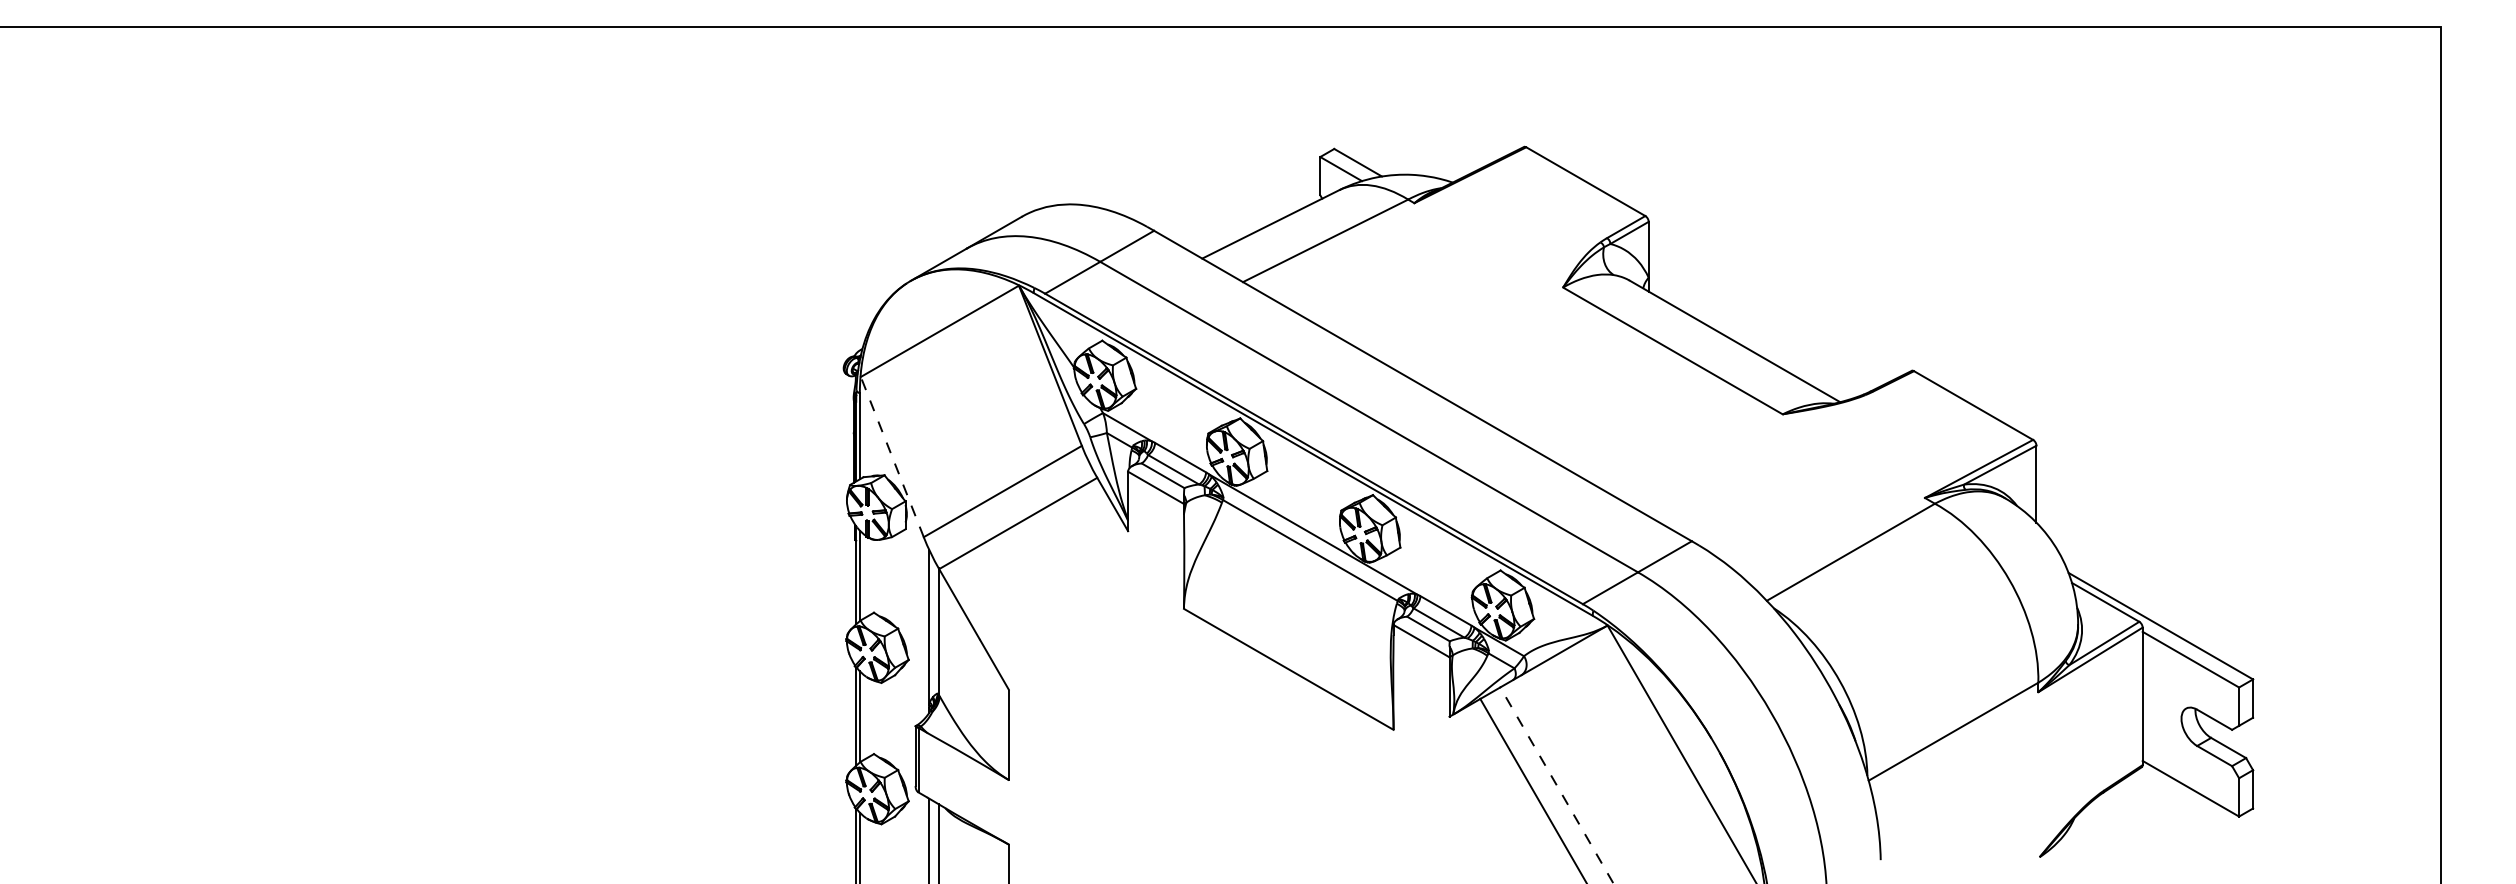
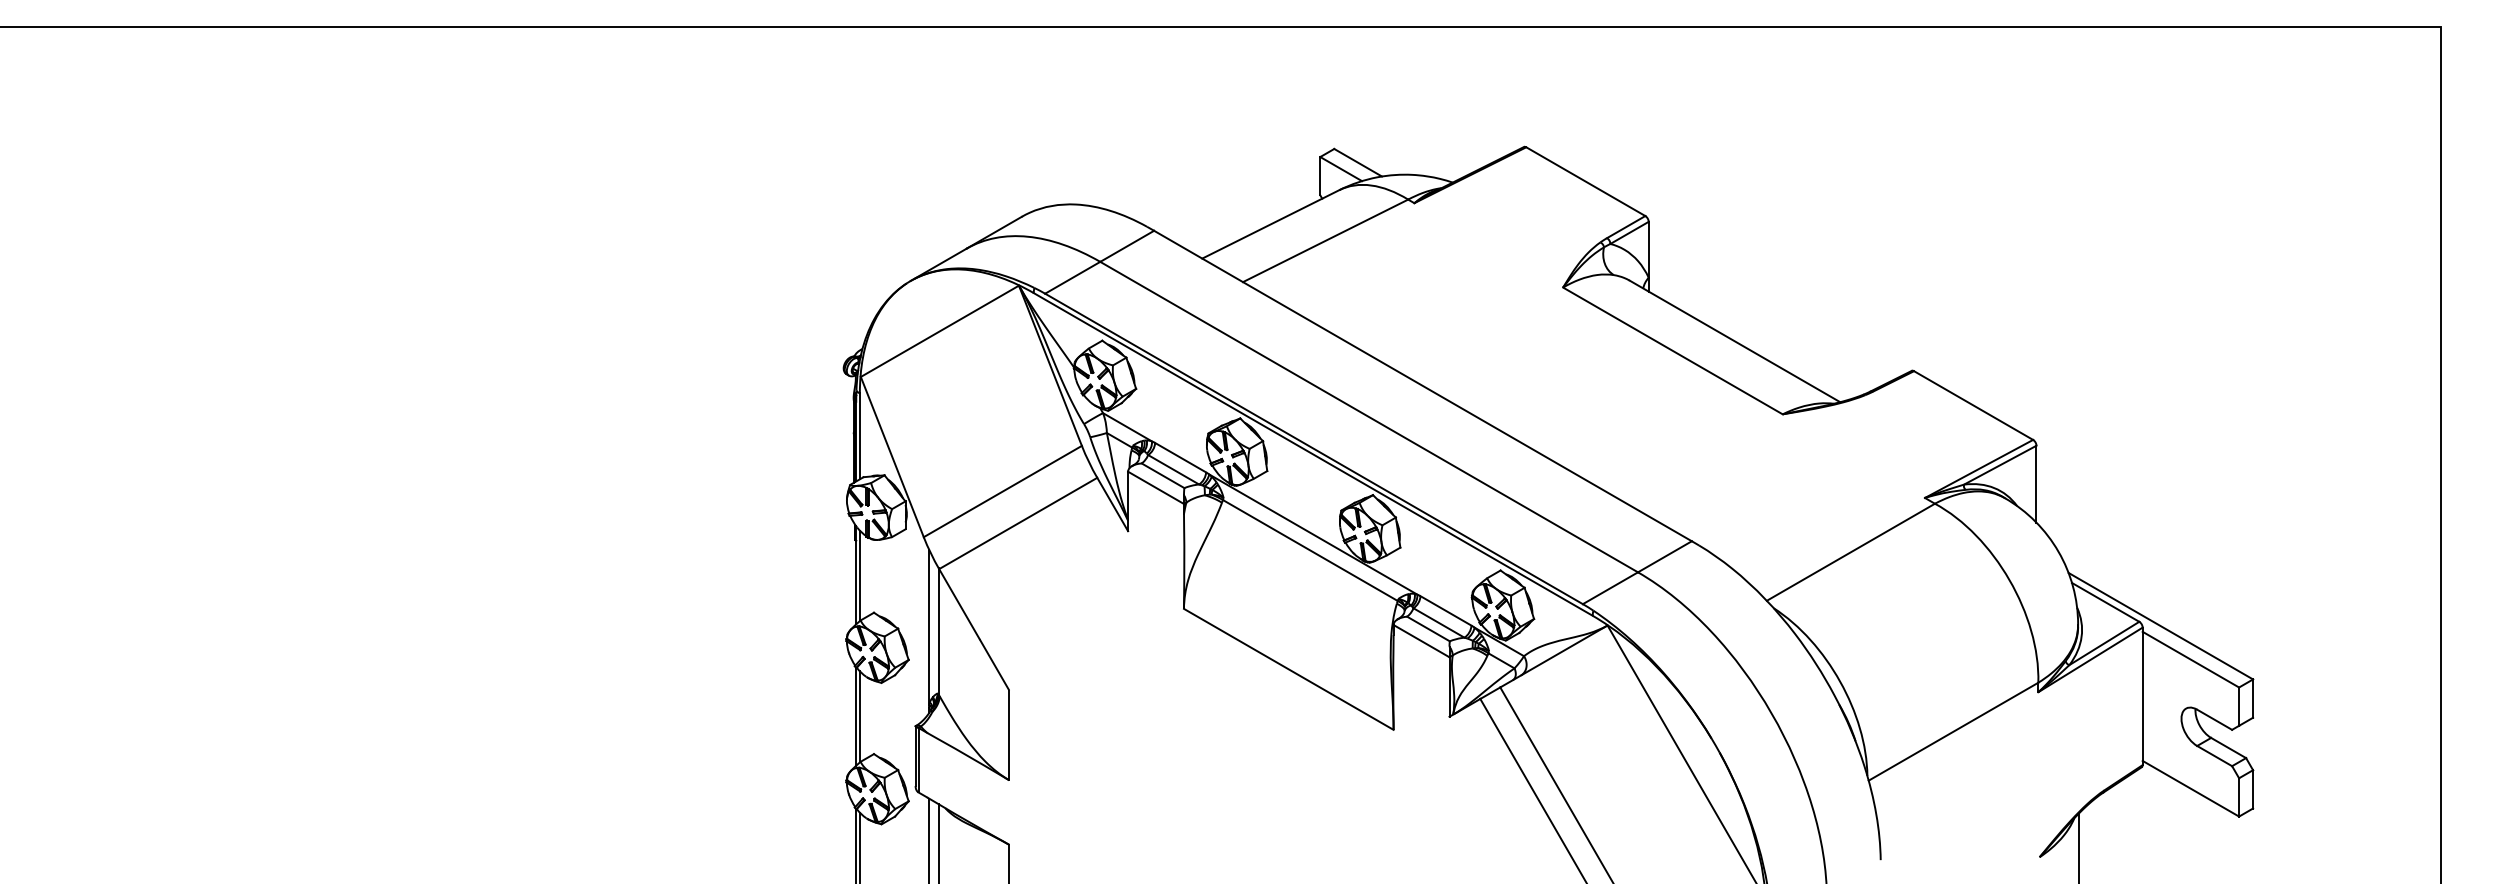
line at (892, 456): dashed -> solid
line at (1556, 785): dashed -> solid
line at (2078, 846): none -> present
